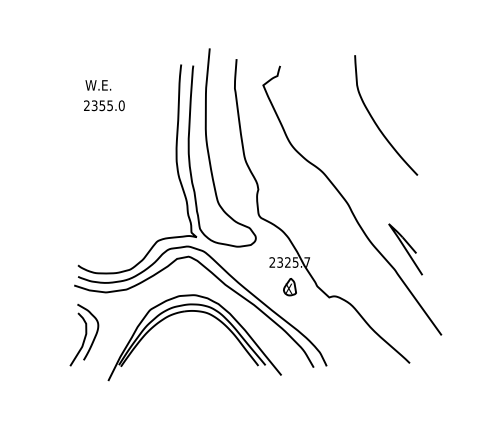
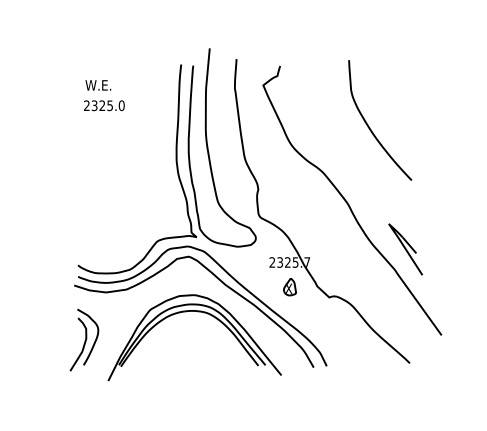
text at (102, 105): 2355.0 -> 2325.0
curve at (375, 121) position: (375, 121) -> (369, 126)
part at (84, 334) position: (84, 334) -> (84, 339)
